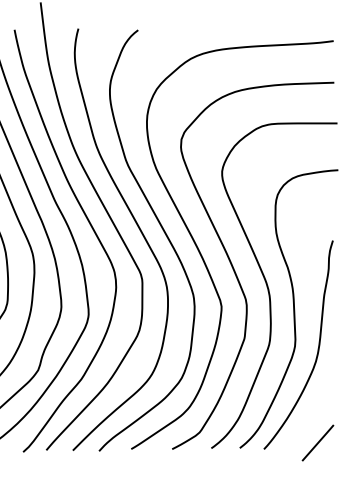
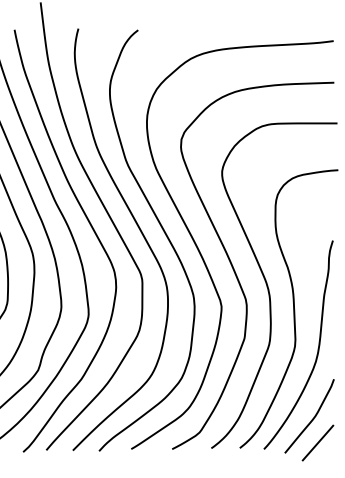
curve at (312, 418): none -> present
